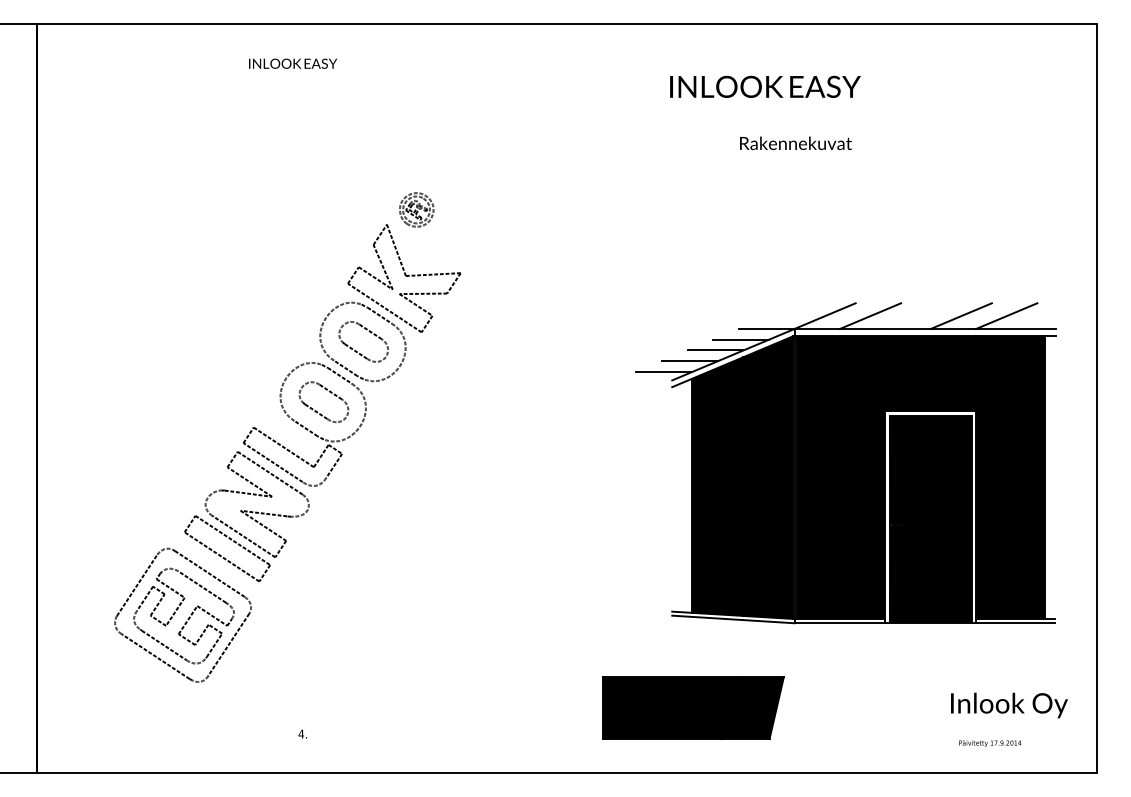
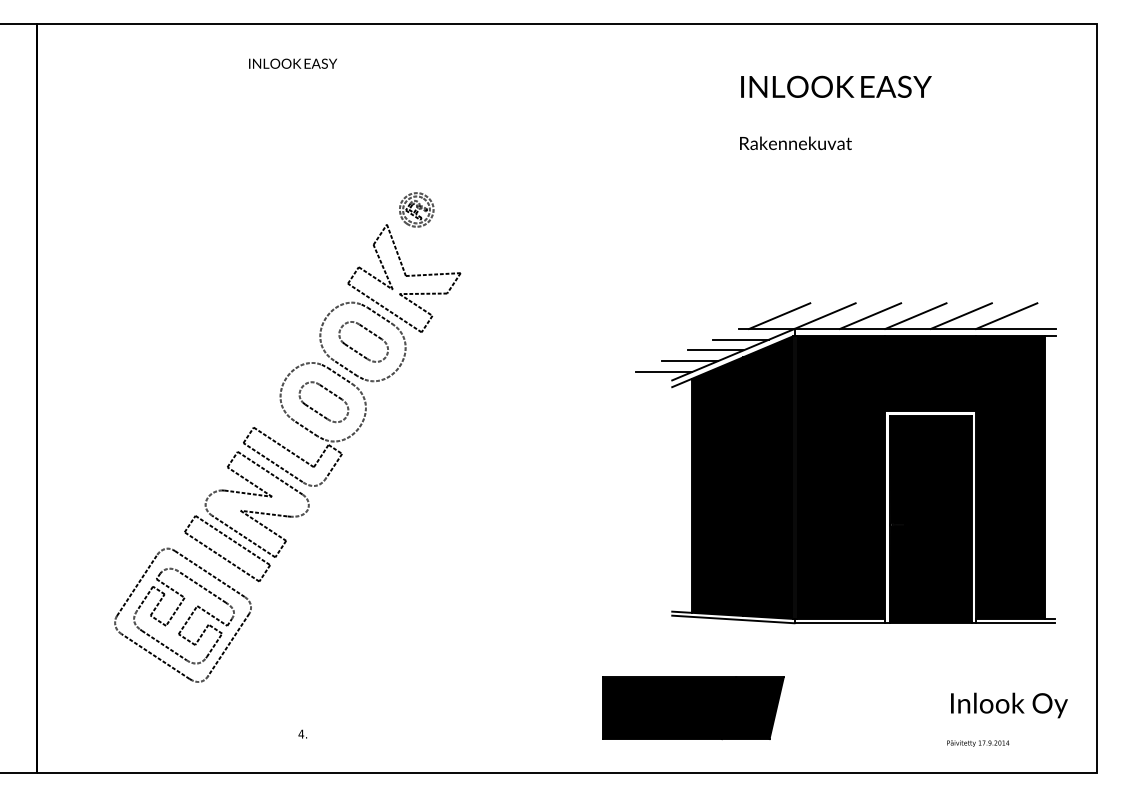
text at (765, 86) position: (765, 86) -> (836, 86)
line at (779, 315): none -> present
line at (915, 315): none -> present
text at (990, 743) position: (990, 743) -> (978, 743)
